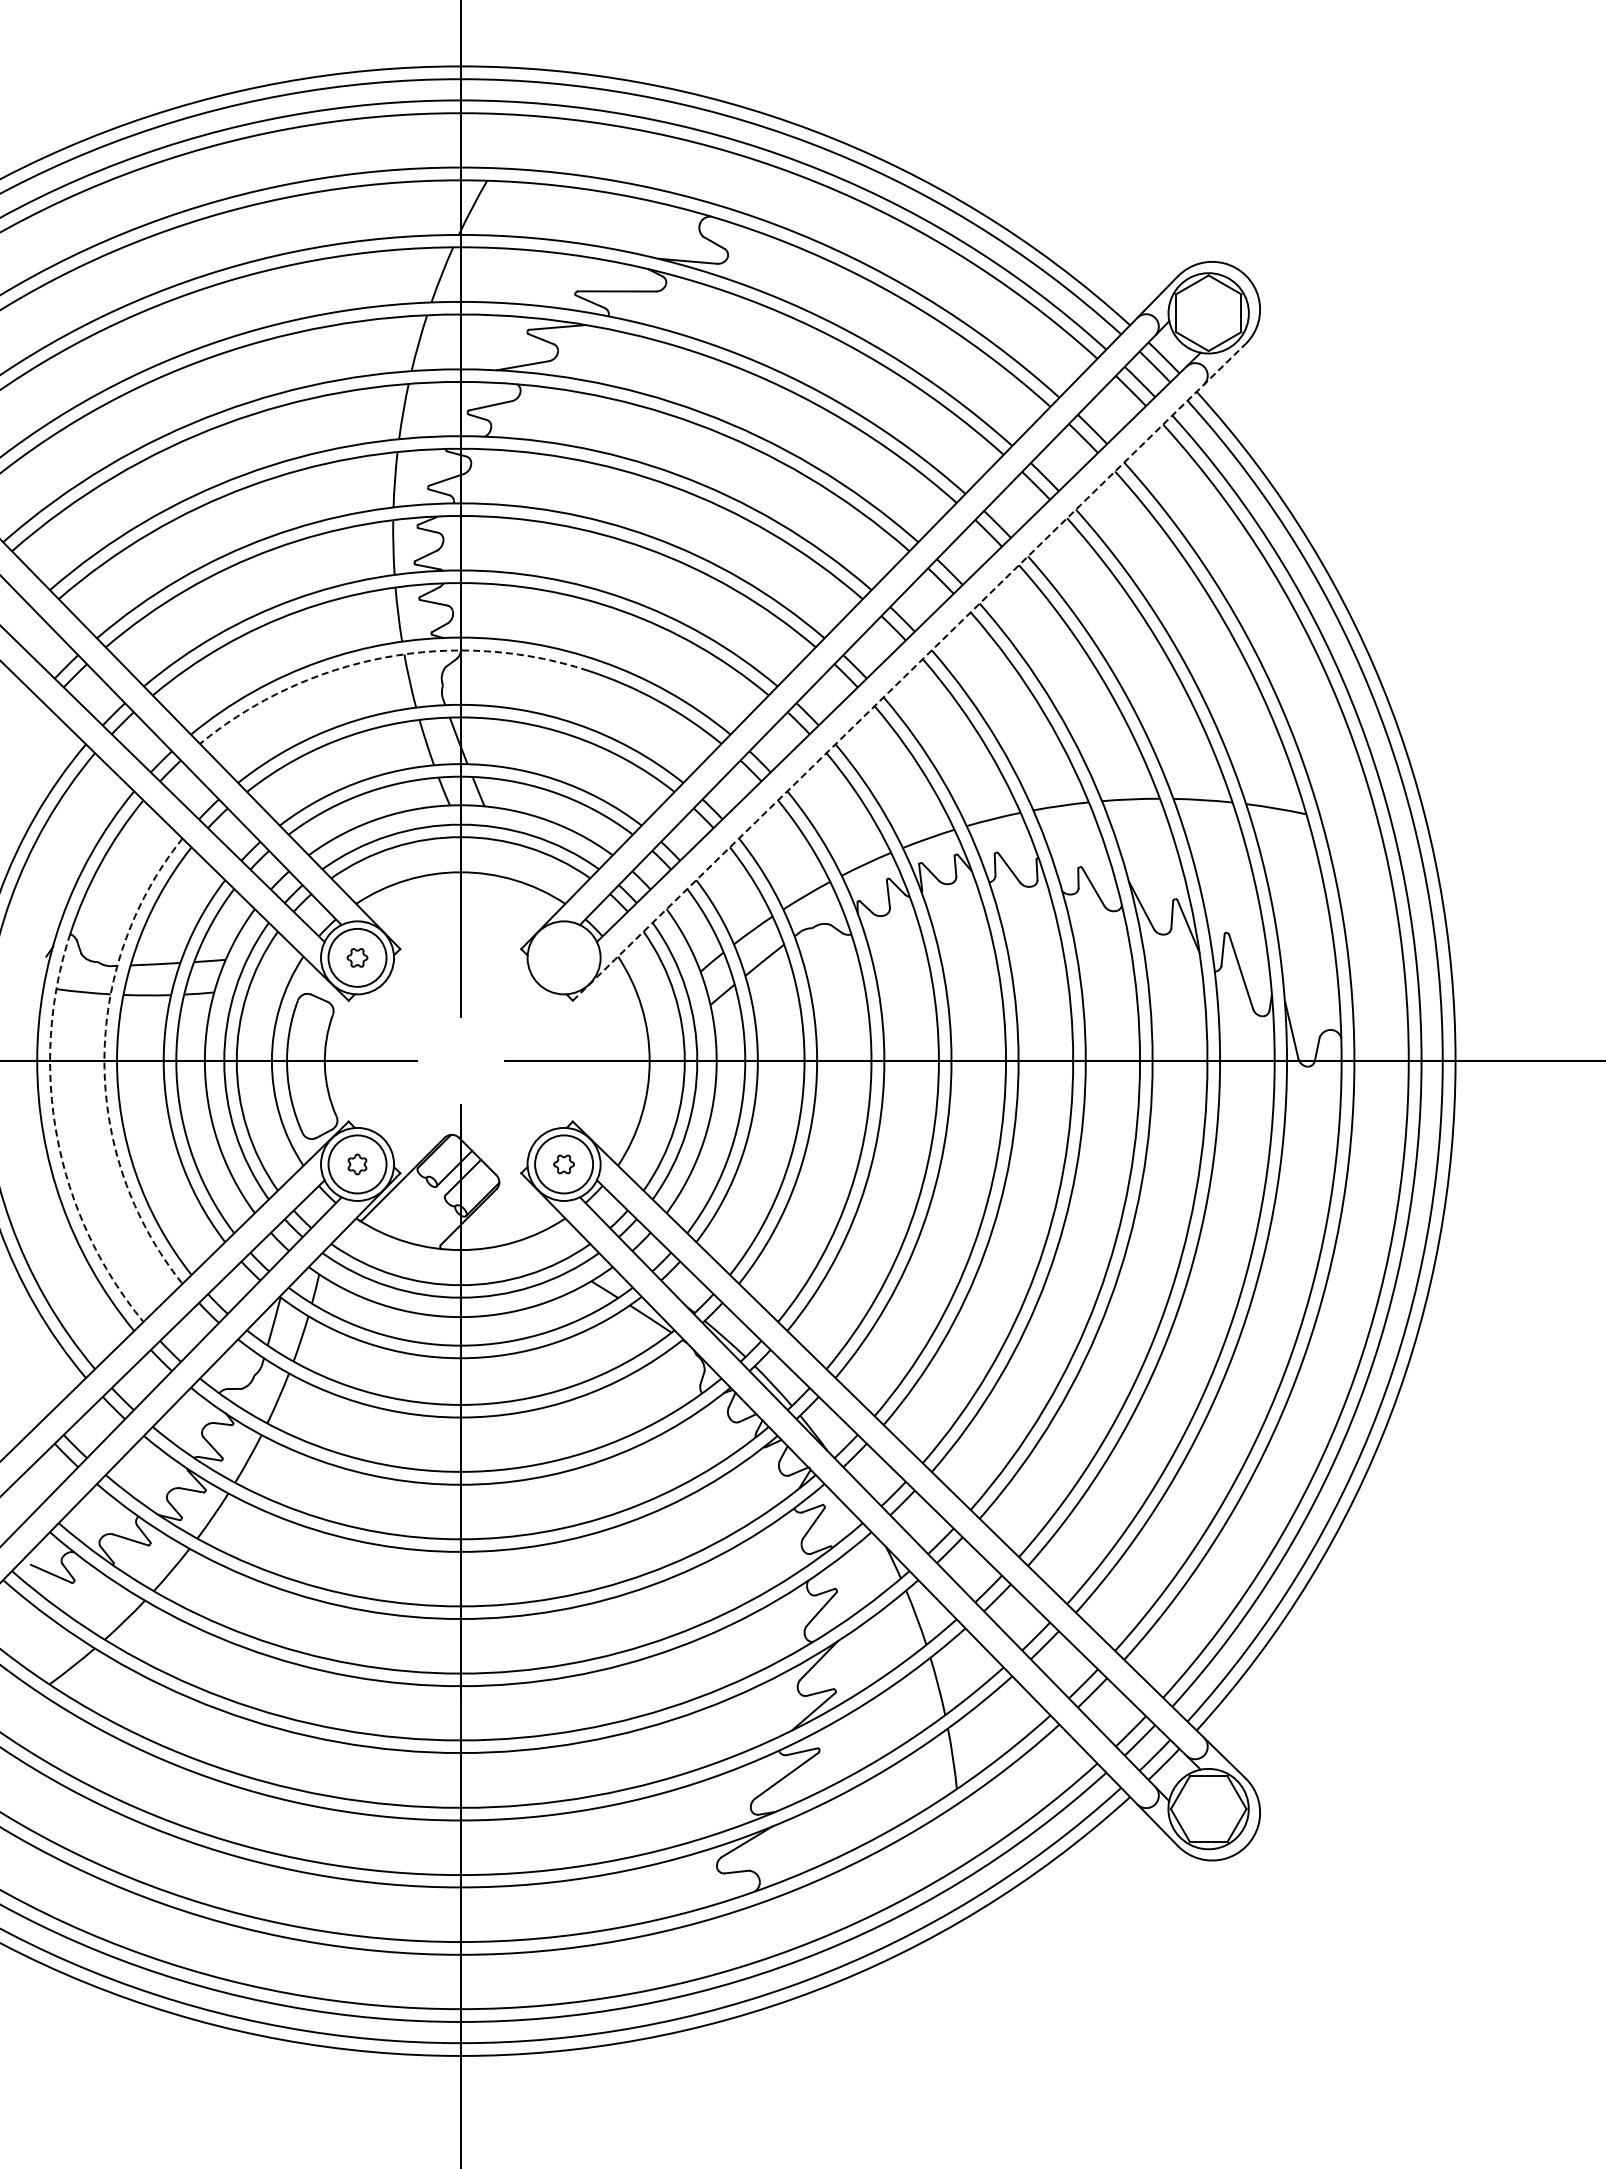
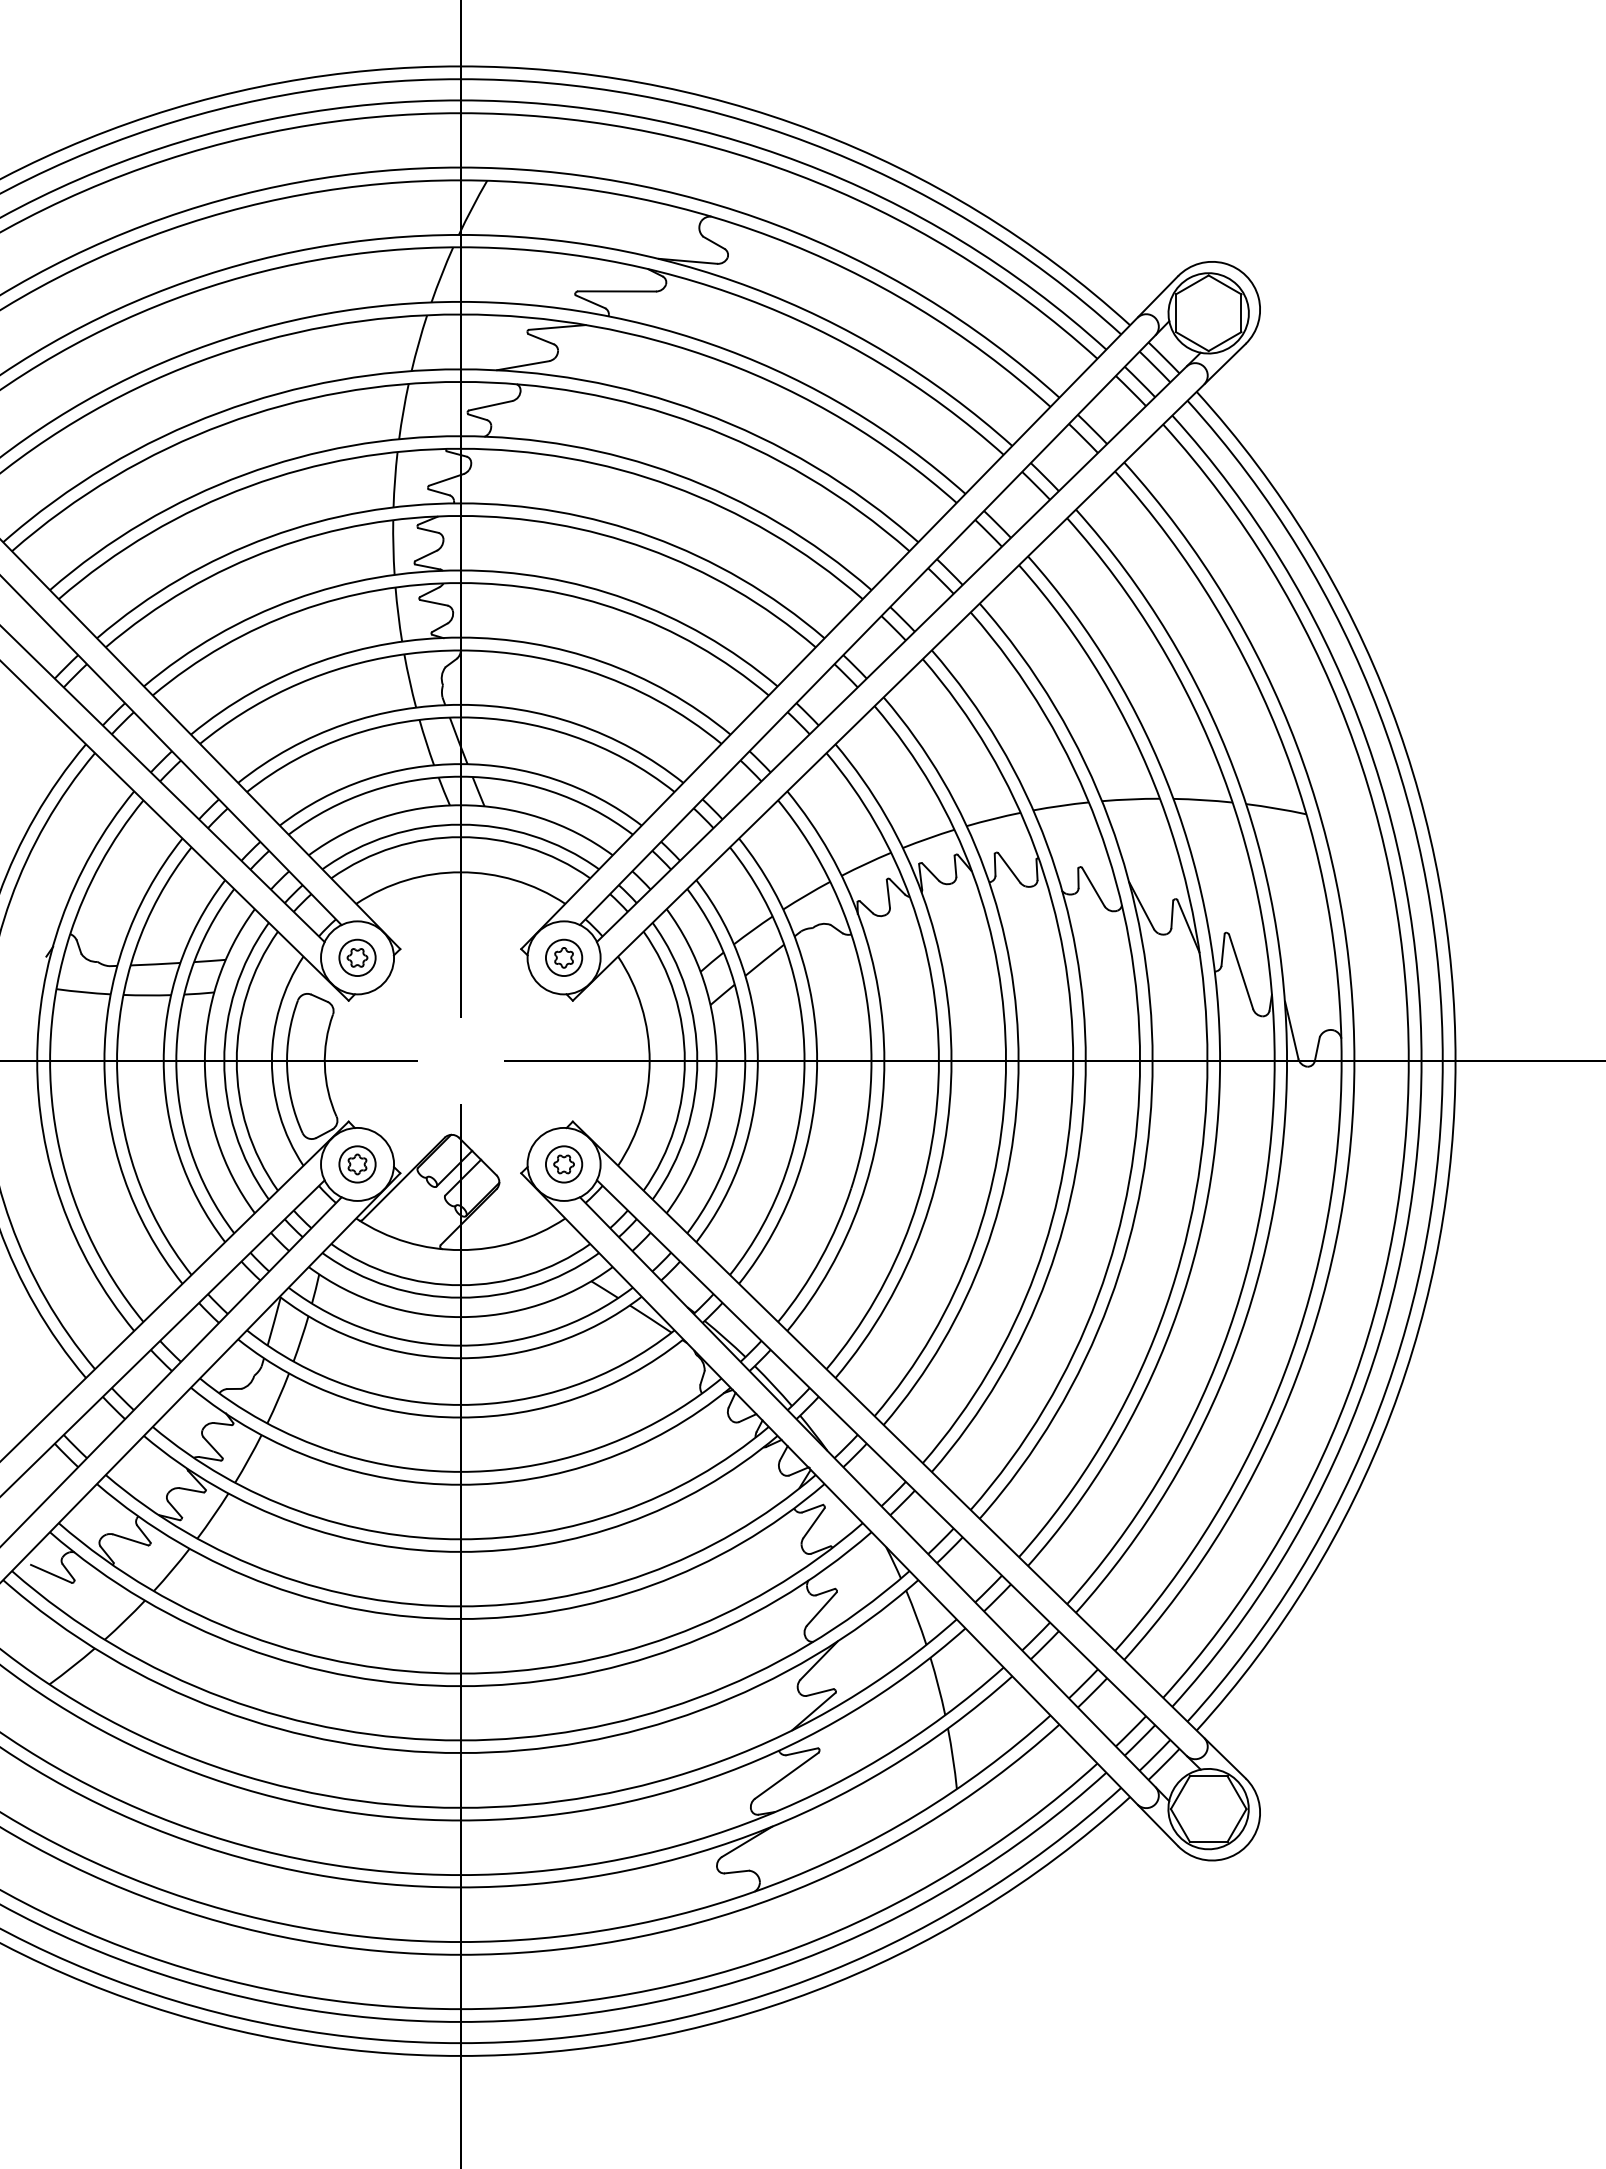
arc at (384, 657): dashed -> solid
line at (909, 672): dashed -> solid
circle at (357, 957) diameter: 58 px -> 36 px
part at (564, 957): none -> present
arc at (104, 1061): dashed -> solid
arc at (57, 1137): dashed -> solid
circle at (357, 1164) diameter: 58 px -> 36 px
circle at (564, 1164) diameter: 58 px -> 36 px
